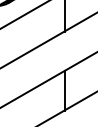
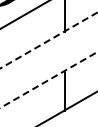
line at (49, 40): solid -> dashed
line at (49, 79): solid -> dashed
